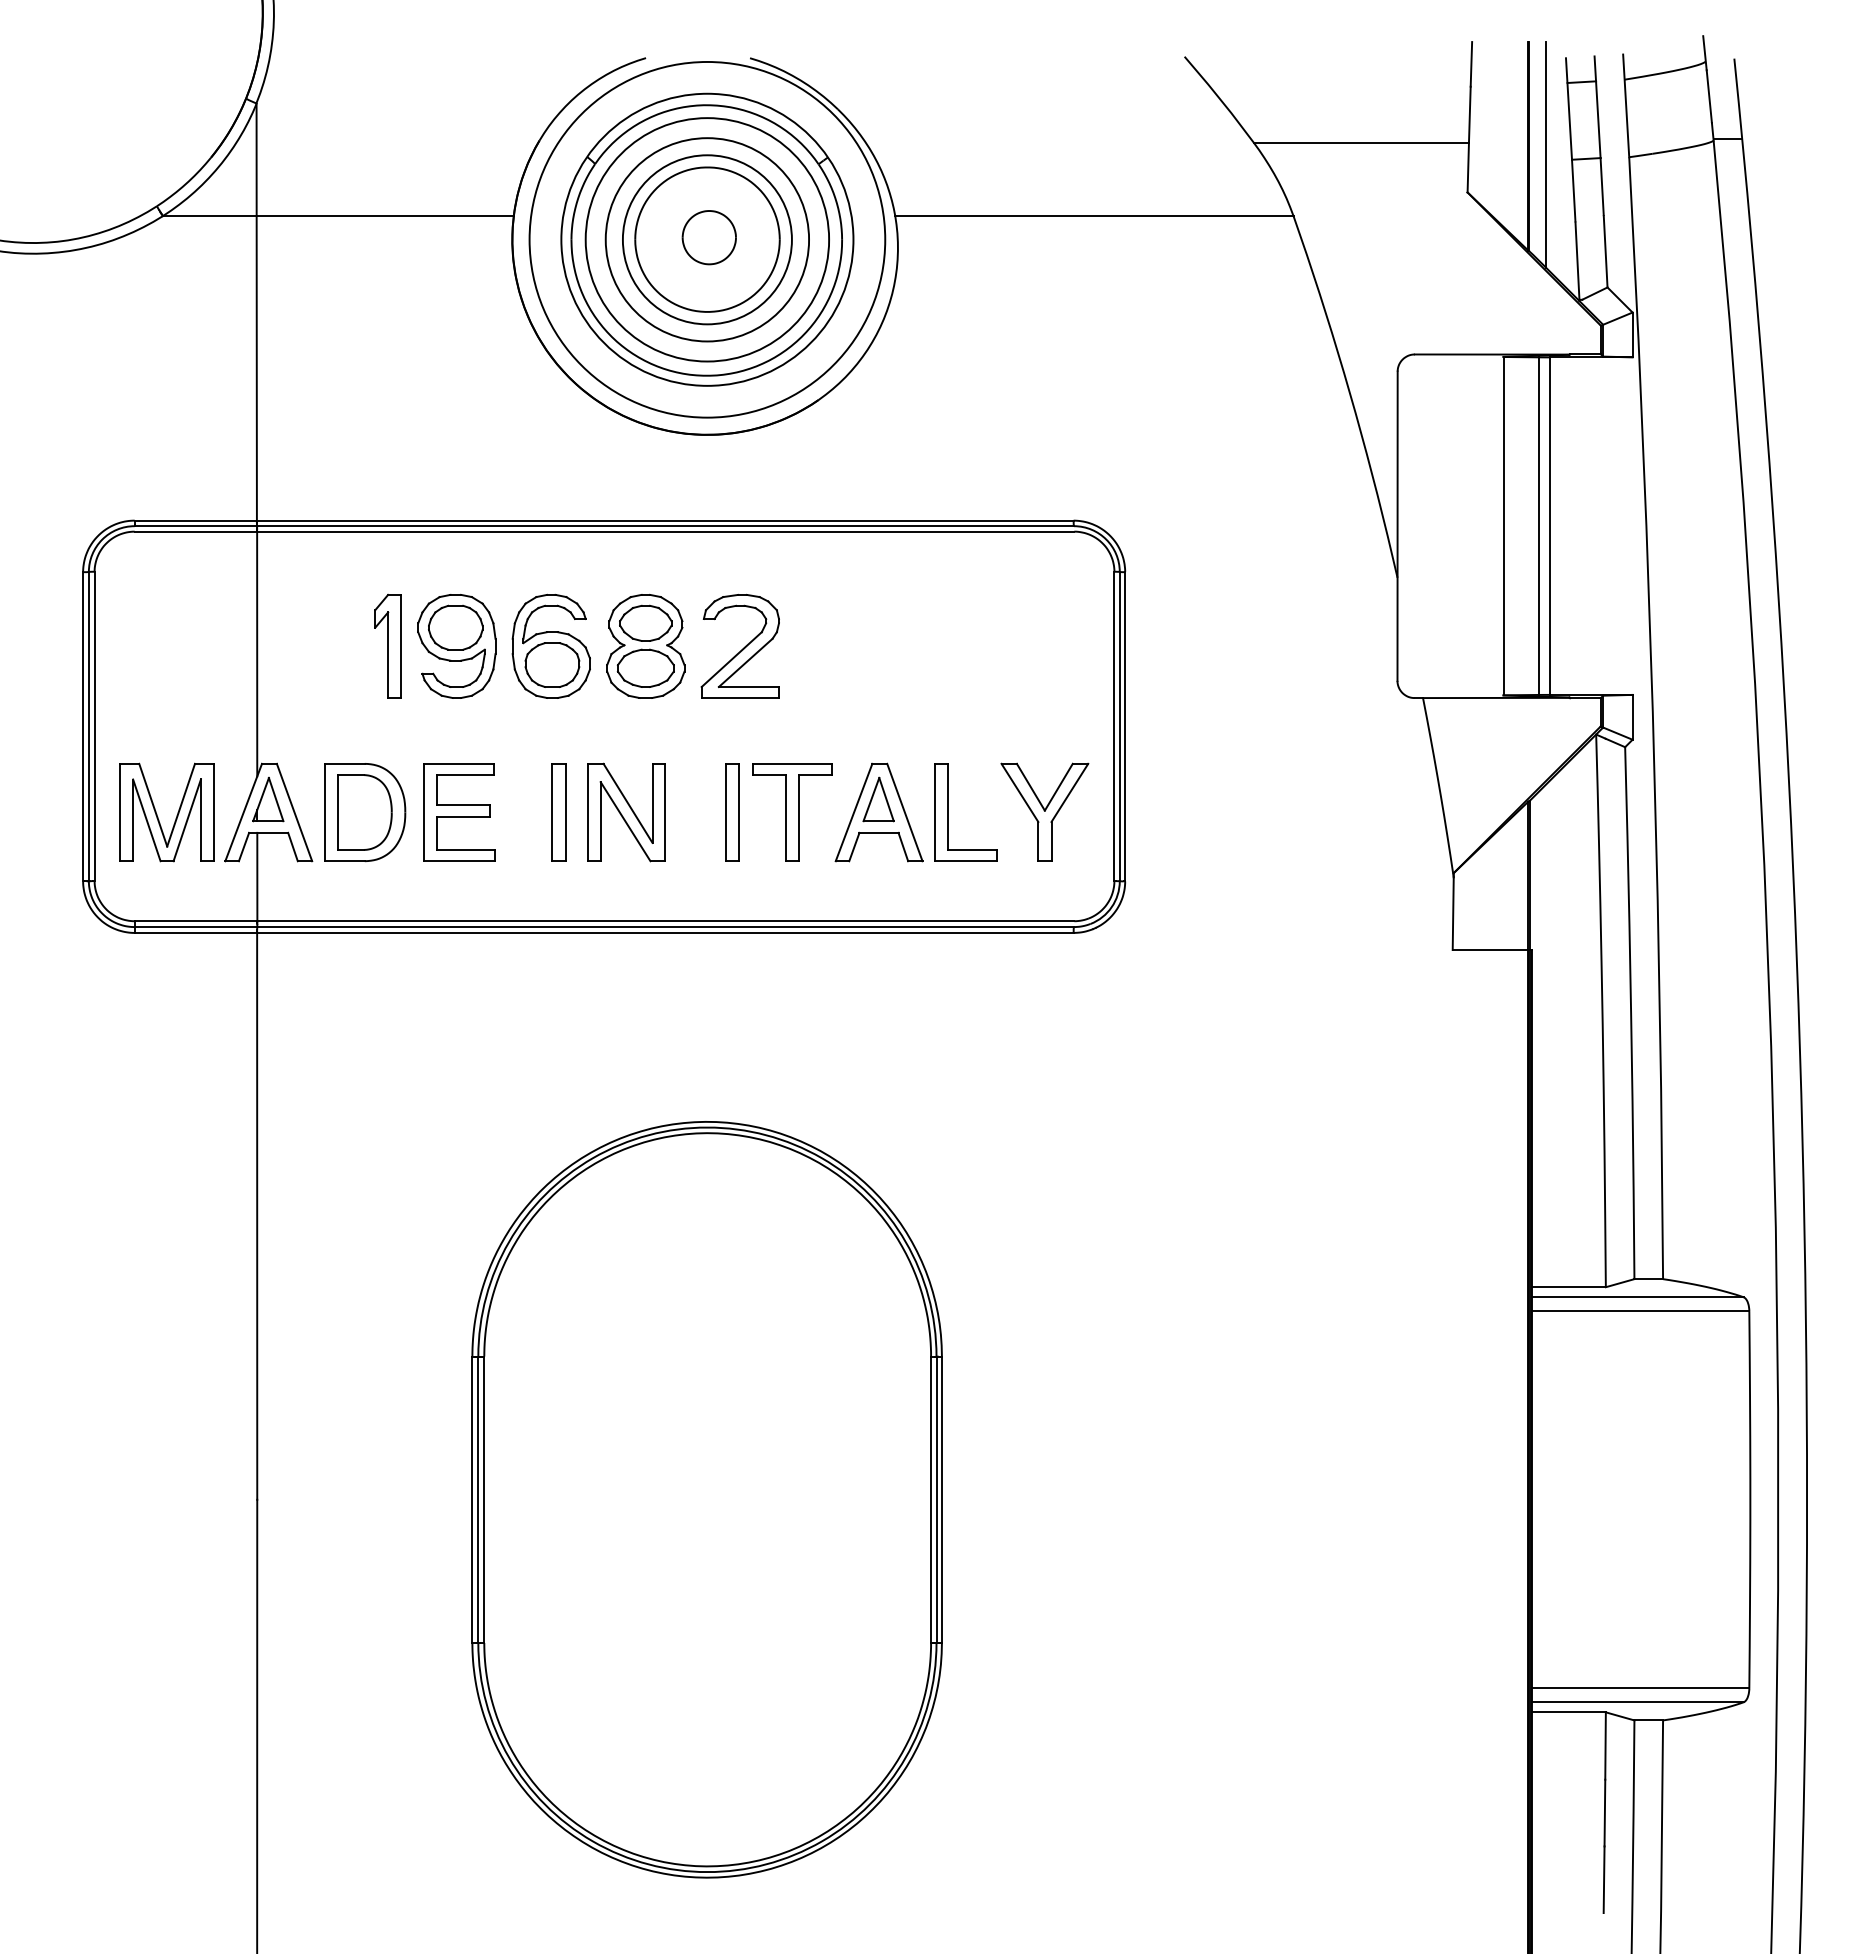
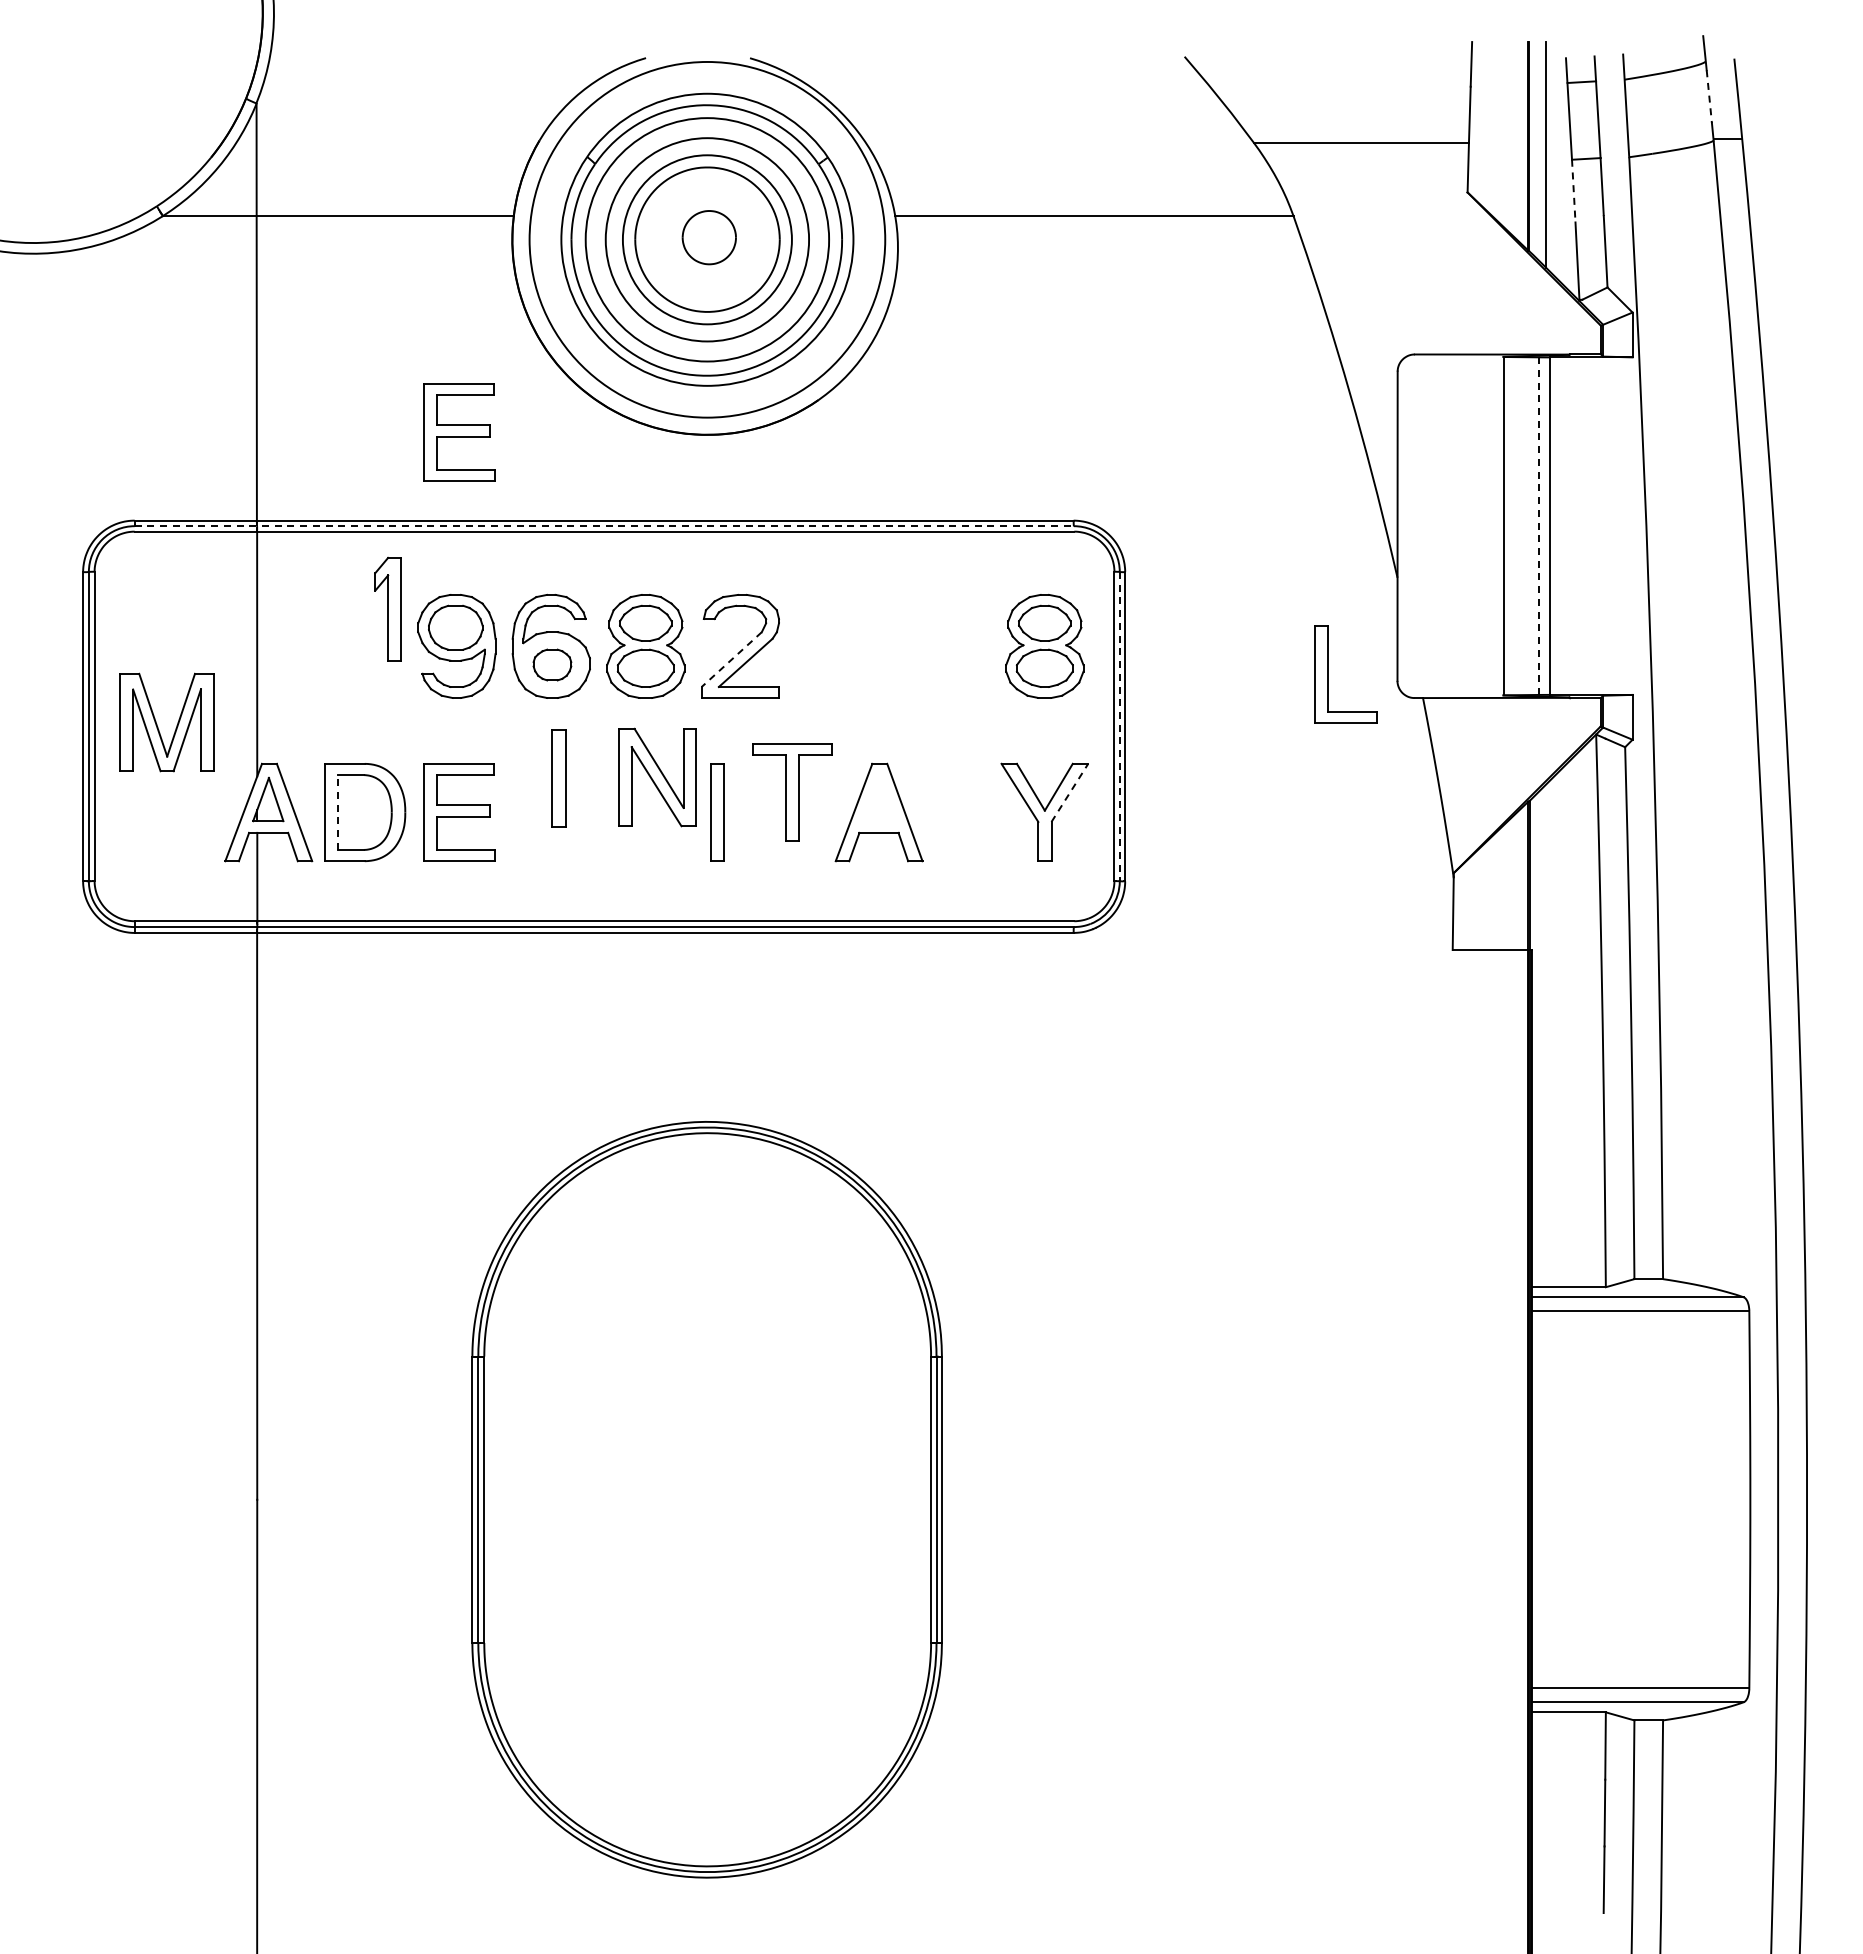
line at (1709, 96): solid -> dashed
line at (1573, 190): solid -> dashed
part at (459, 432): none -> present
line at (604, 526): solid -> dashed
line at (1538, 526): solid -> dashed
part at (387, 645) position: (387, 645) -> (387, 608)
part at (1044, 646): none -> present
line at (731, 659): solid -> dashed
part at (552, 664) size: 57x46 px -> 41x34 px
line at (1119, 726): solid -> dashed
line at (1070, 792): solid -> dashed
part at (878, 799): present -> none
line at (338, 812): solid -> dashed
part at (558, 812) position: (558, 812) -> (558, 778)
part at (626, 812) position: (626, 812) -> (657, 777)
part at (732, 812) position: (732, 812) -> (717, 812)
part at (792, 812) position: (792, 812) -> (792, 792)
part at (948, 812) position: (948, 812) -> (1328, 674)
part at (157, 814) position: (157, 814) -> (157, 724)
